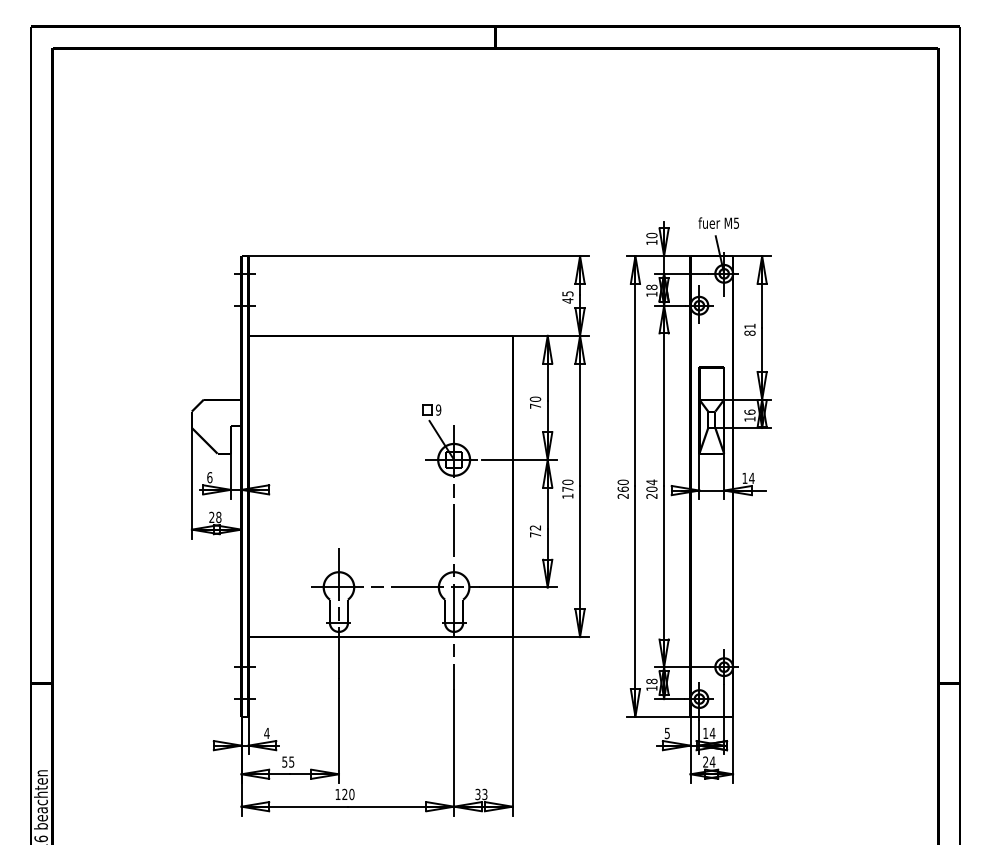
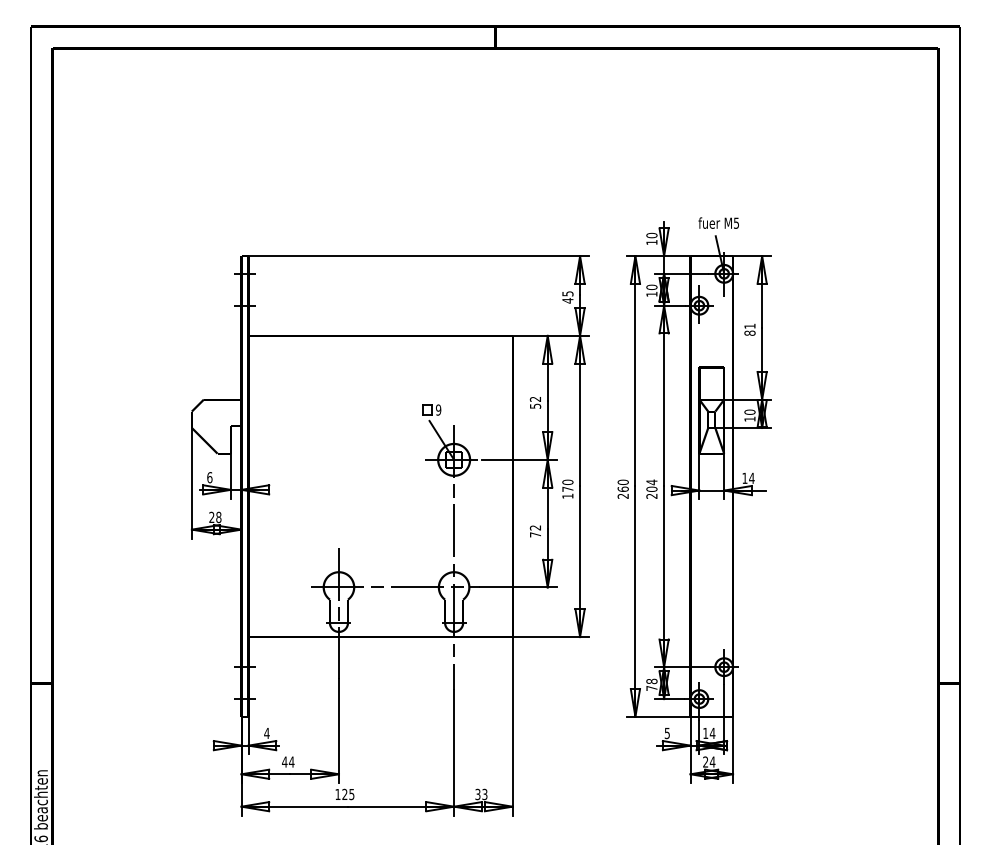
text at (651, 287): 18 -> 10
text at (535, 402): 70 -> 52
text at (749, 411): 16 -> 10
text at (651, 688): 18 -> 78
text at (288, 761): 55 -> 44
text at (351, 794): 120 -> 125
